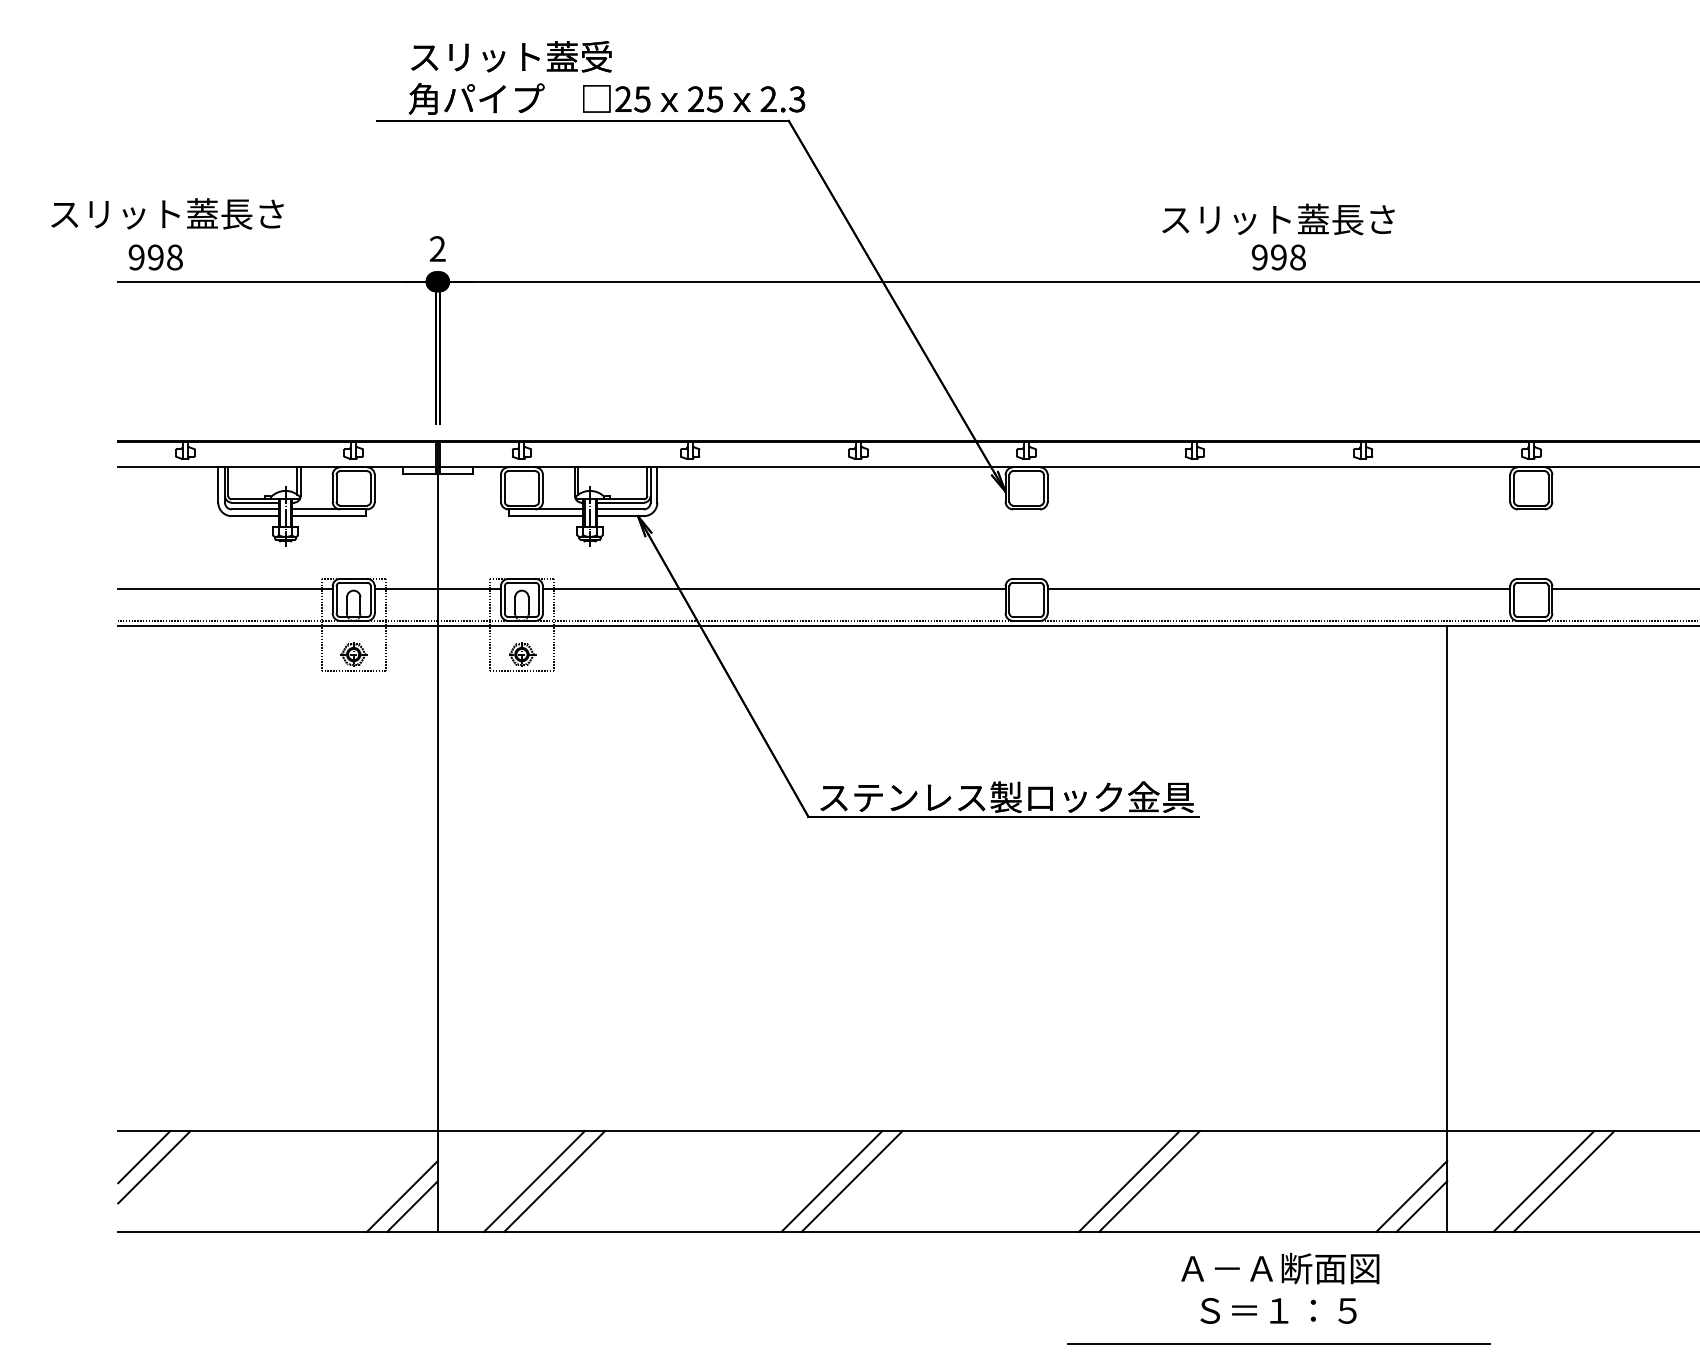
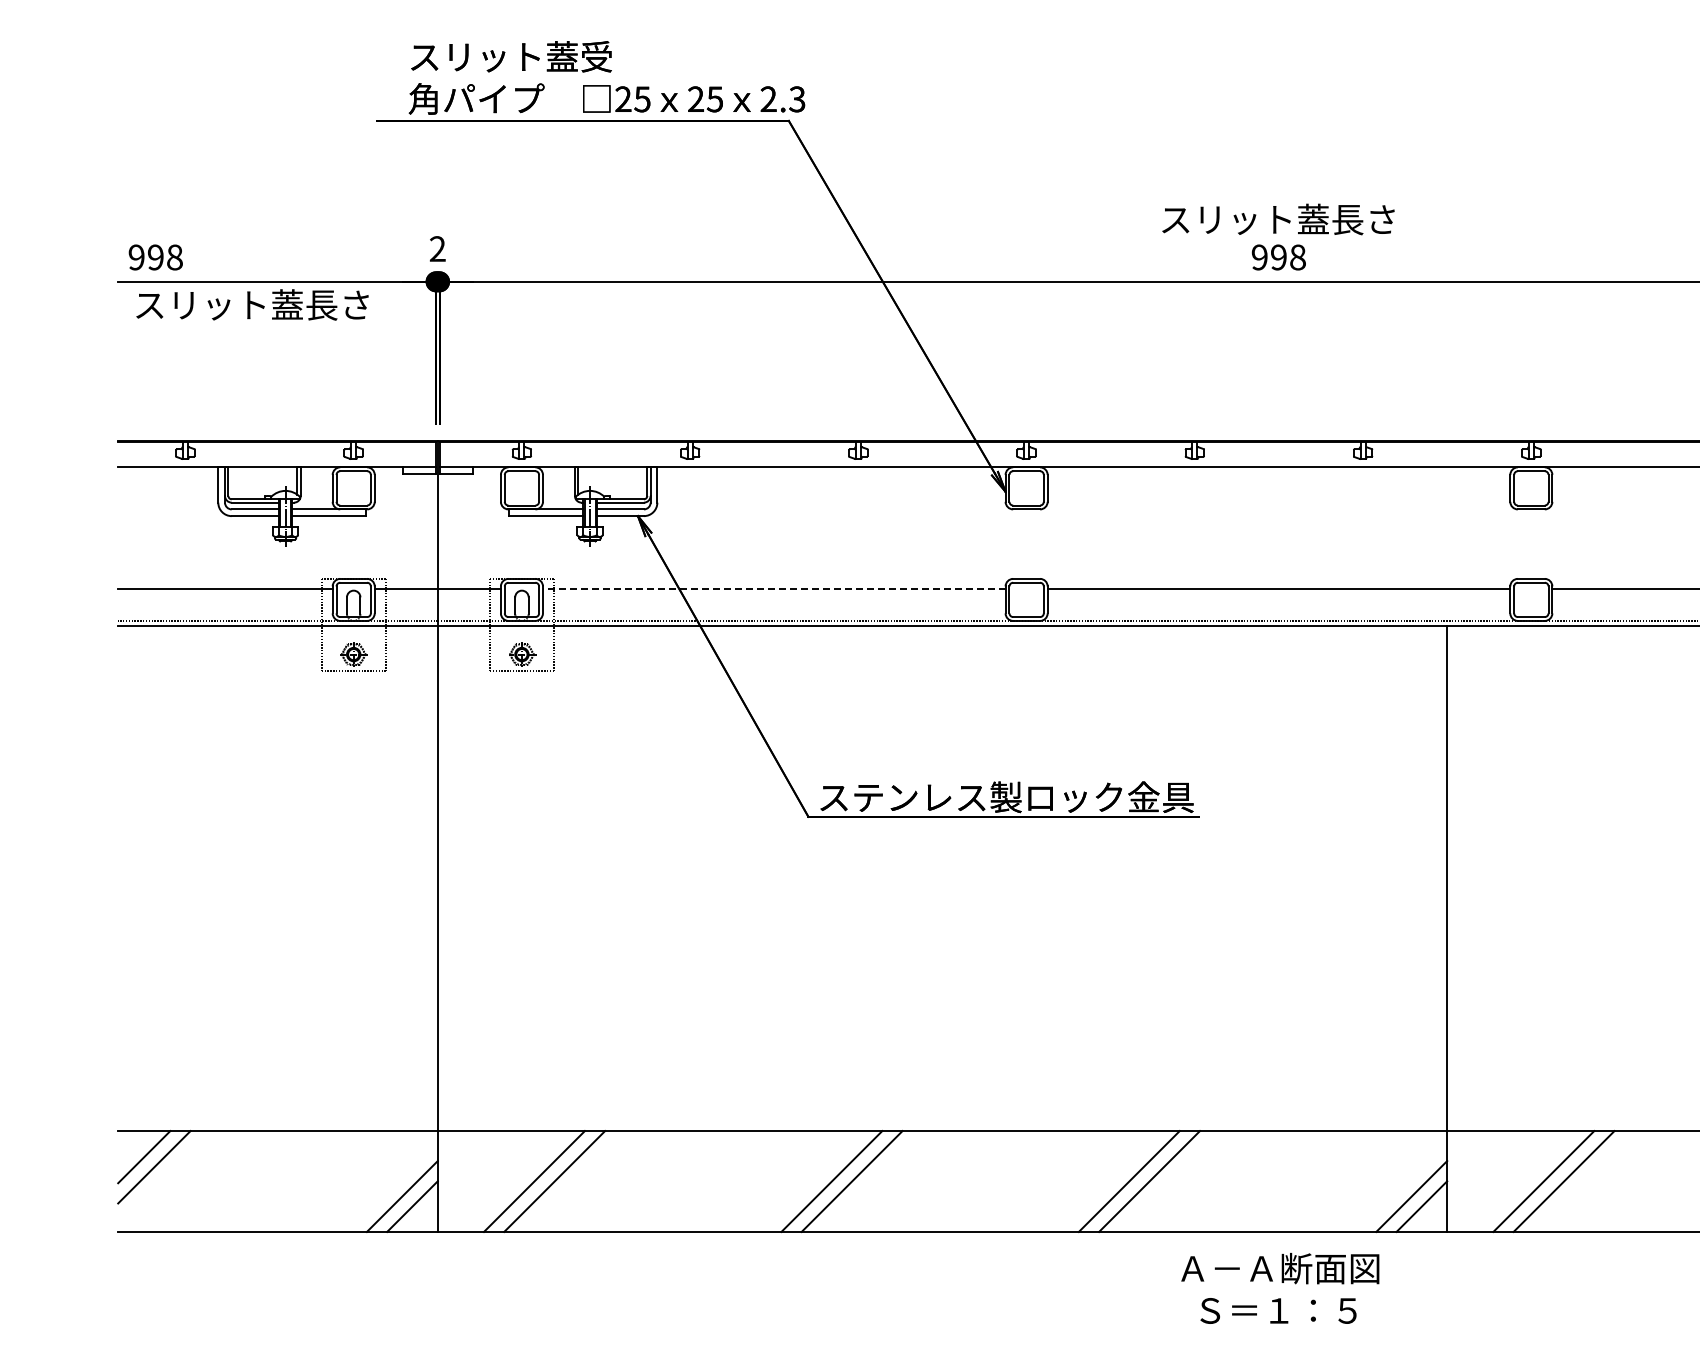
text at (167, 213) position: (167, 213) -> (252, 304)
line at (773, 589): solid -> dashed
line at (1278, 1343): present -> none
